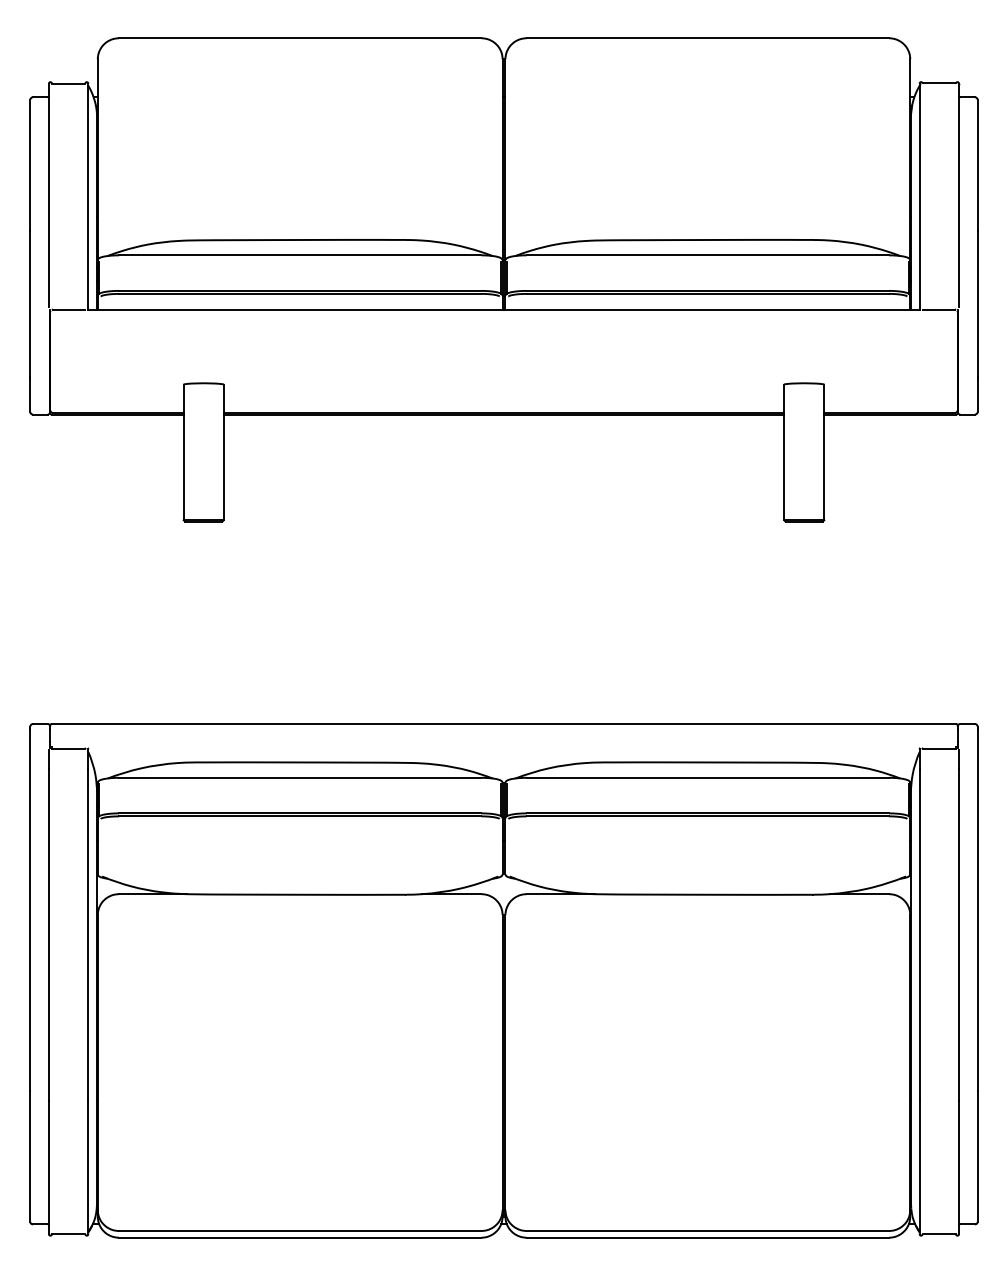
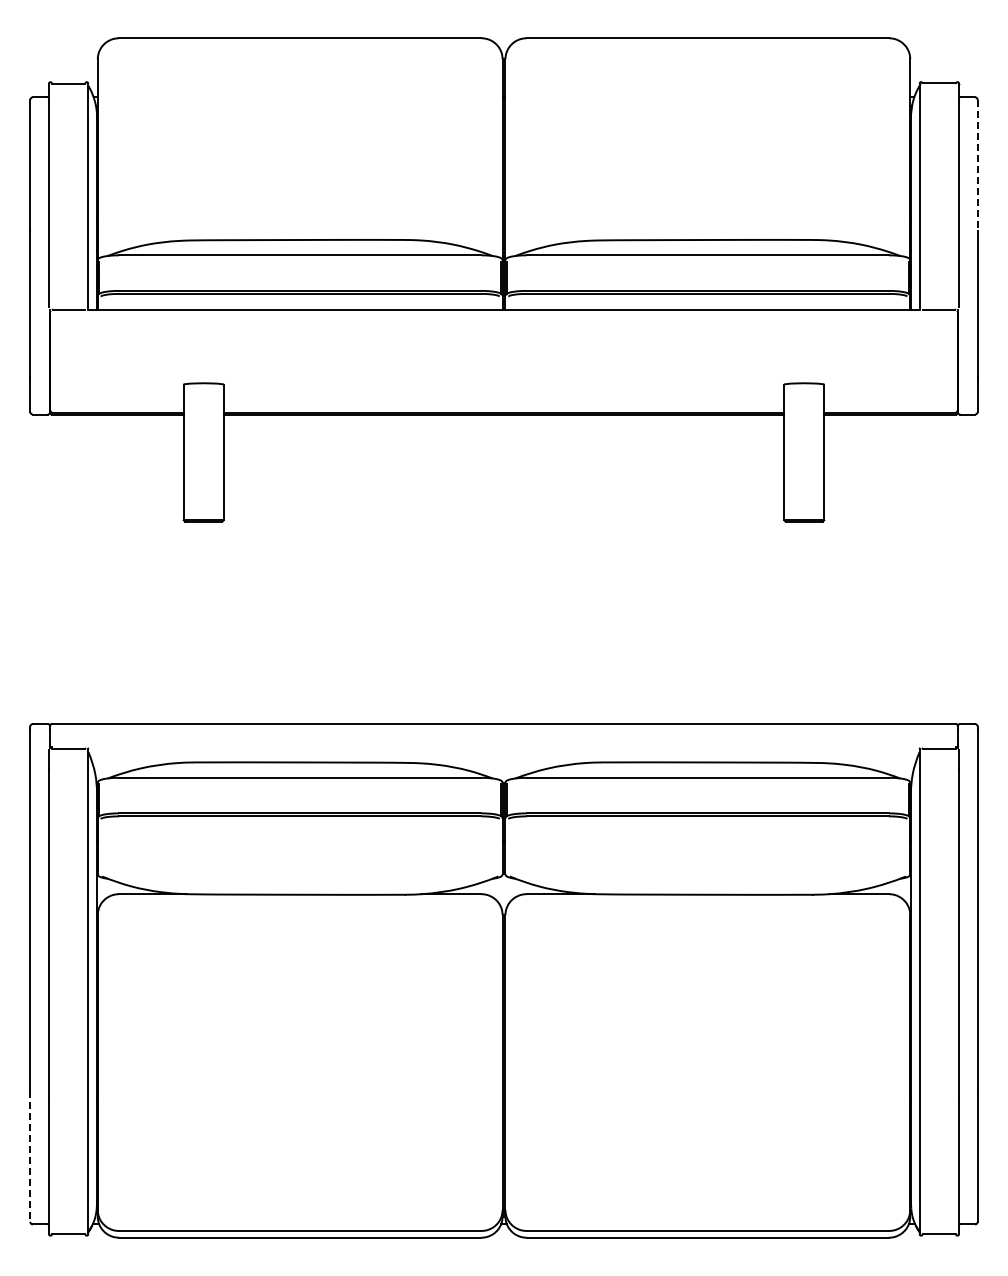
line at (977, 165): solid -> dashed
line at (30, 1156): solid -> dashed
